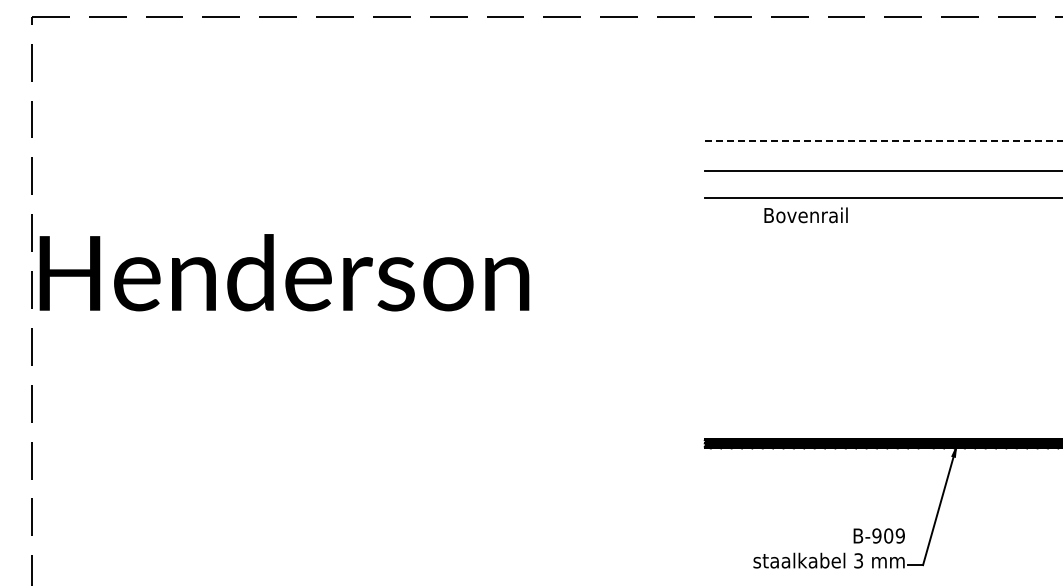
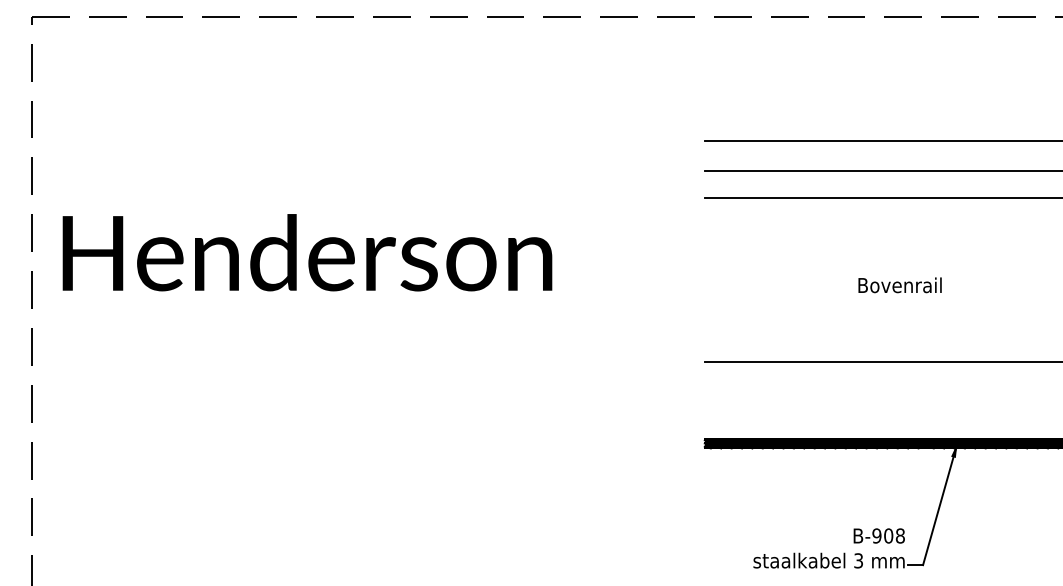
line at (883, 141): dashed -> solid
text at (805, 215) position: (805, 215) -> (899, 285)
text at (284, 272) position: (284, 272) -> (307, 252)
line at (881, 361): none -> present
text at (899, 535): B-909 -> B-908
